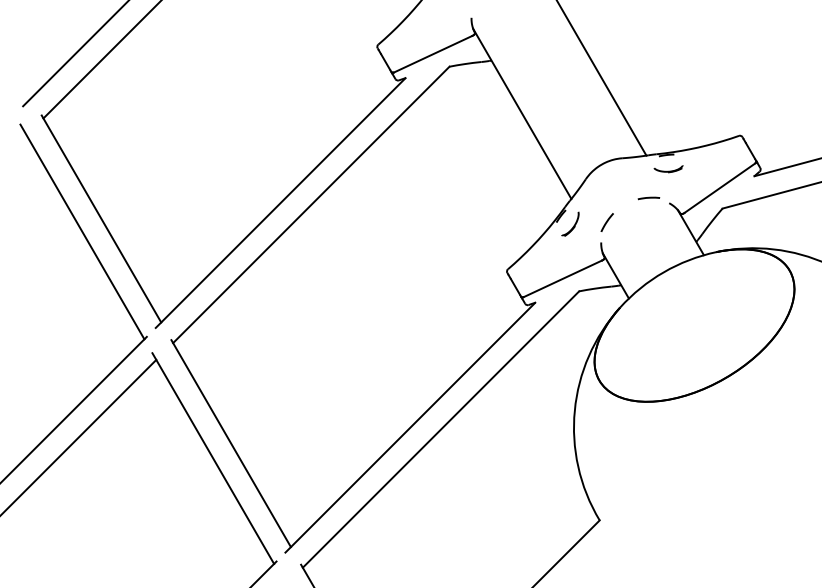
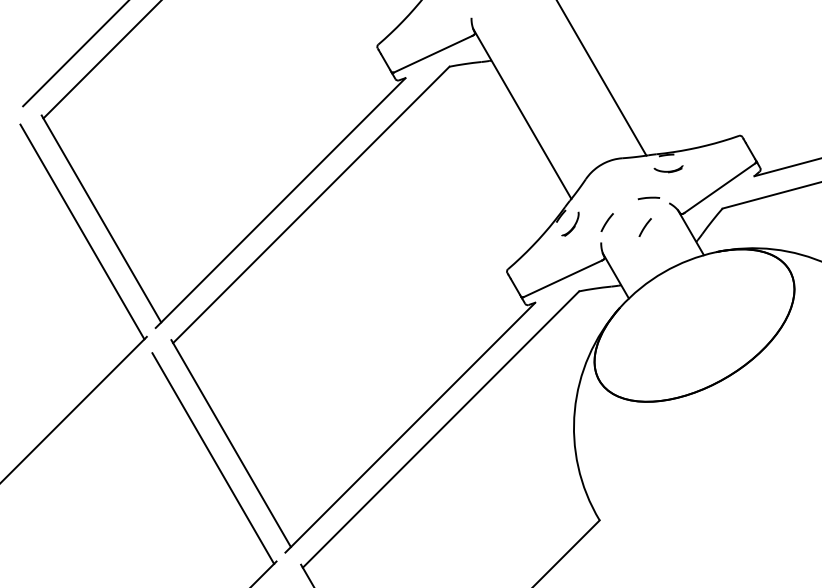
line at (644, 227): none -> present
line at (79, 436): present -> none
